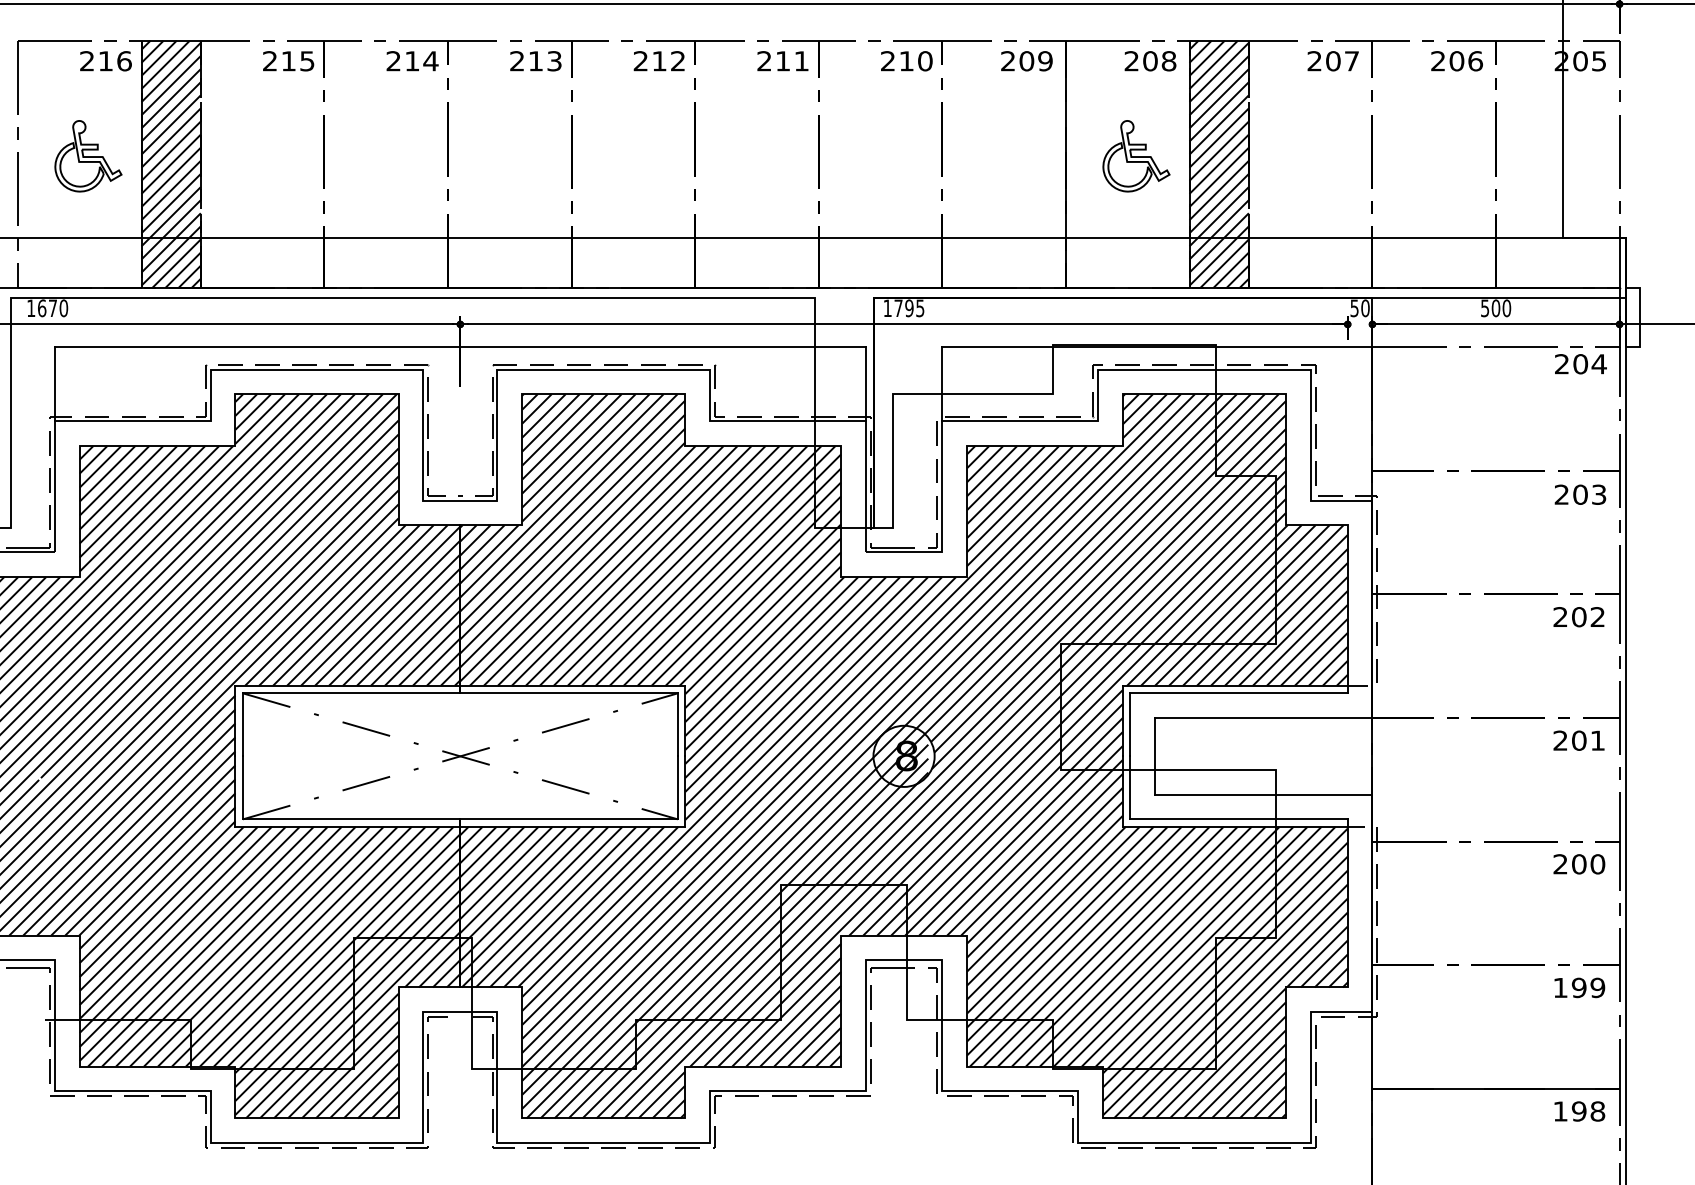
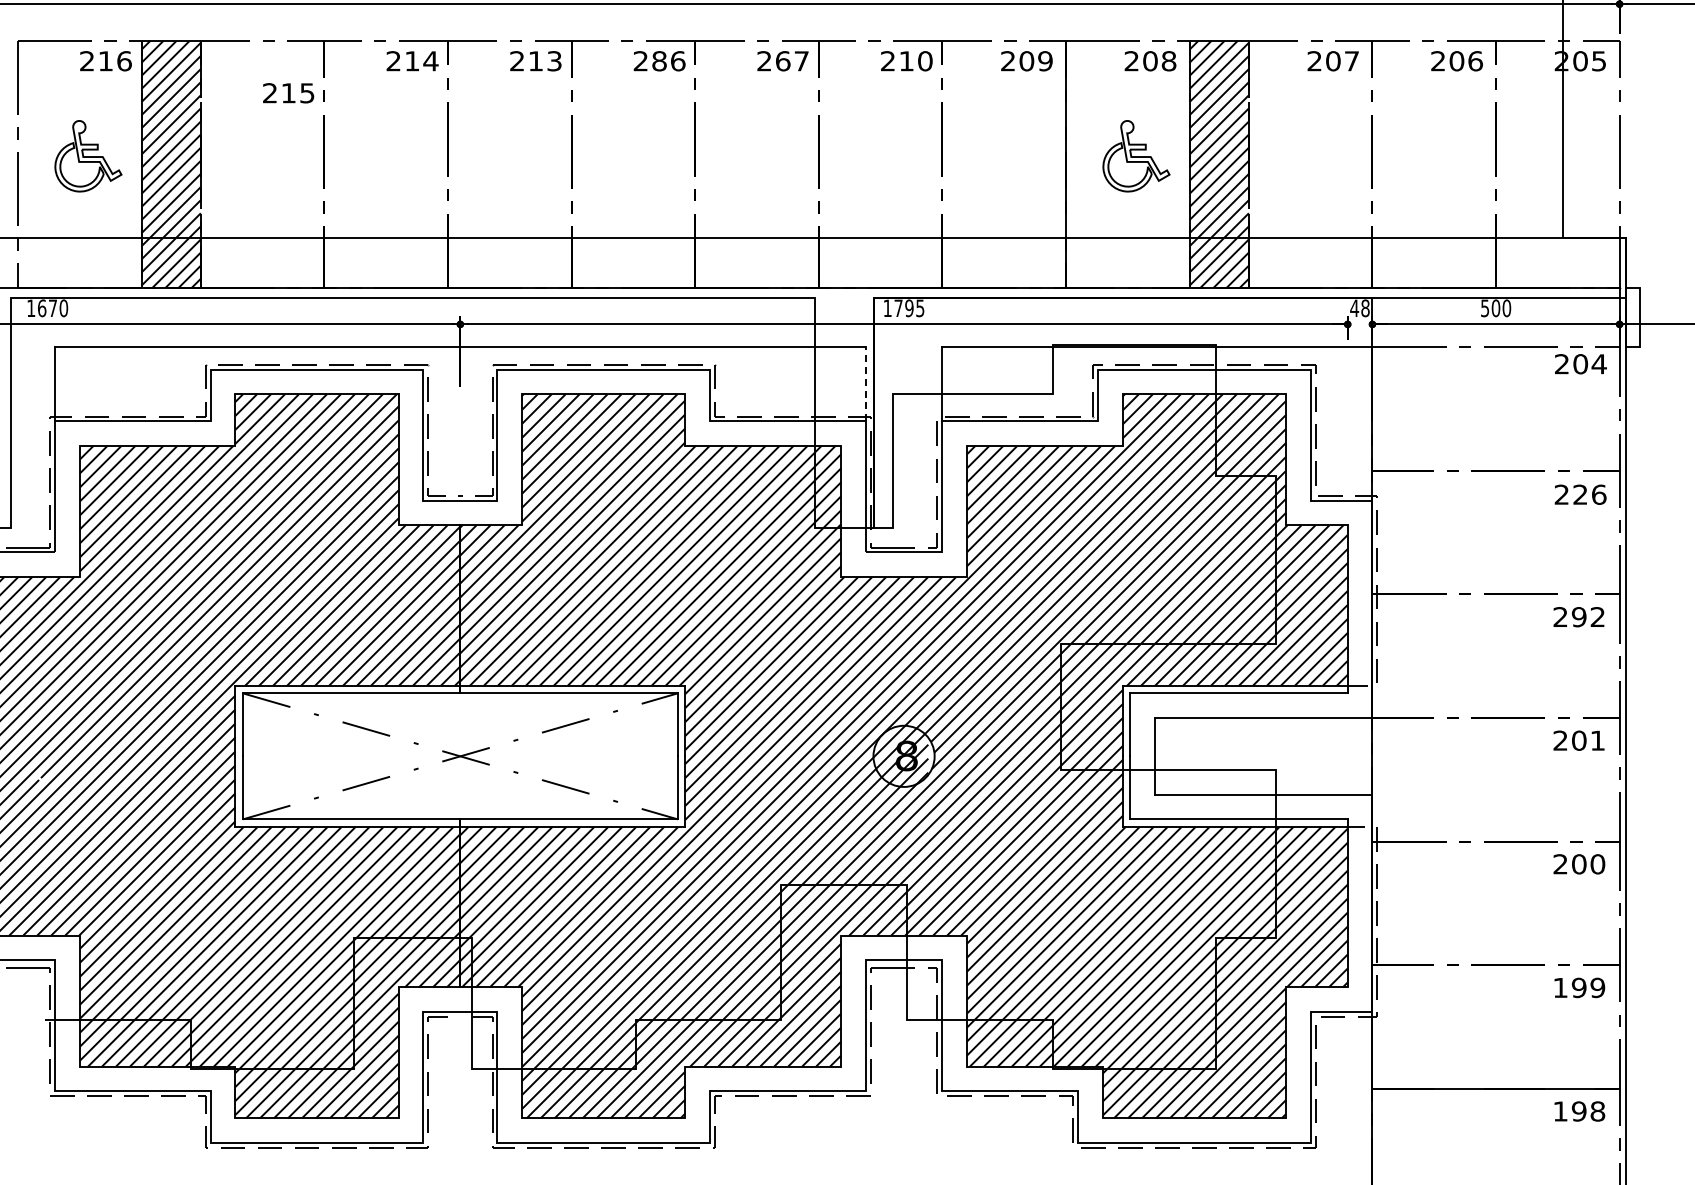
text at (288, 61) position: (288, 61) -> (288, 93)
text at (668, 61): 212 -> 286
text at (792, 61): 211 -> 267
text at (1359, 308): 50 -> 48
line at (865, 383): solid -> dashed
text at (1589, 494): 203 -> 226
text at (1578, 617): 202 -> 292
